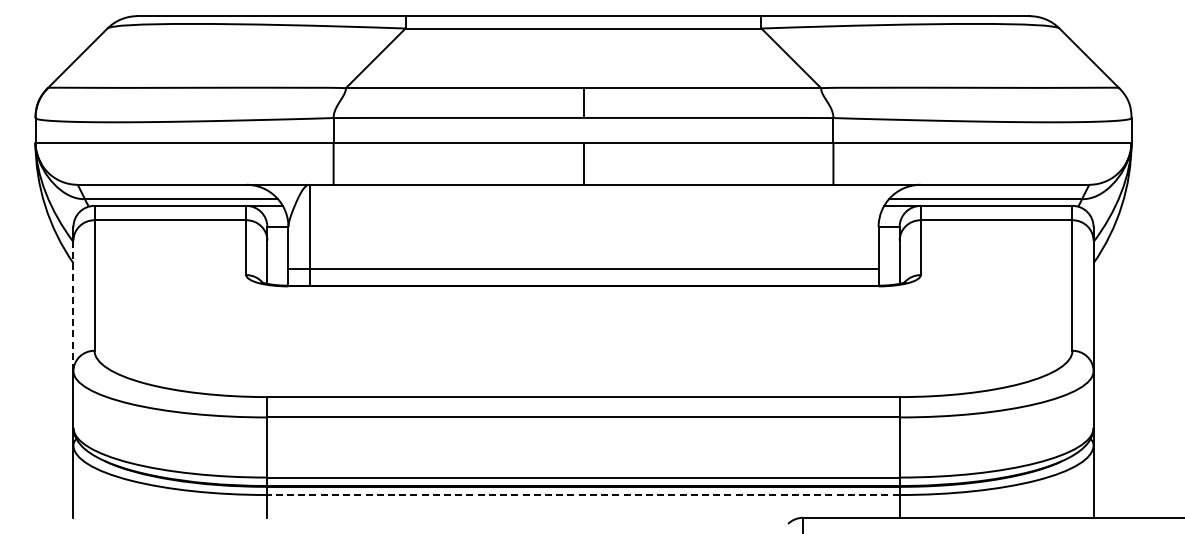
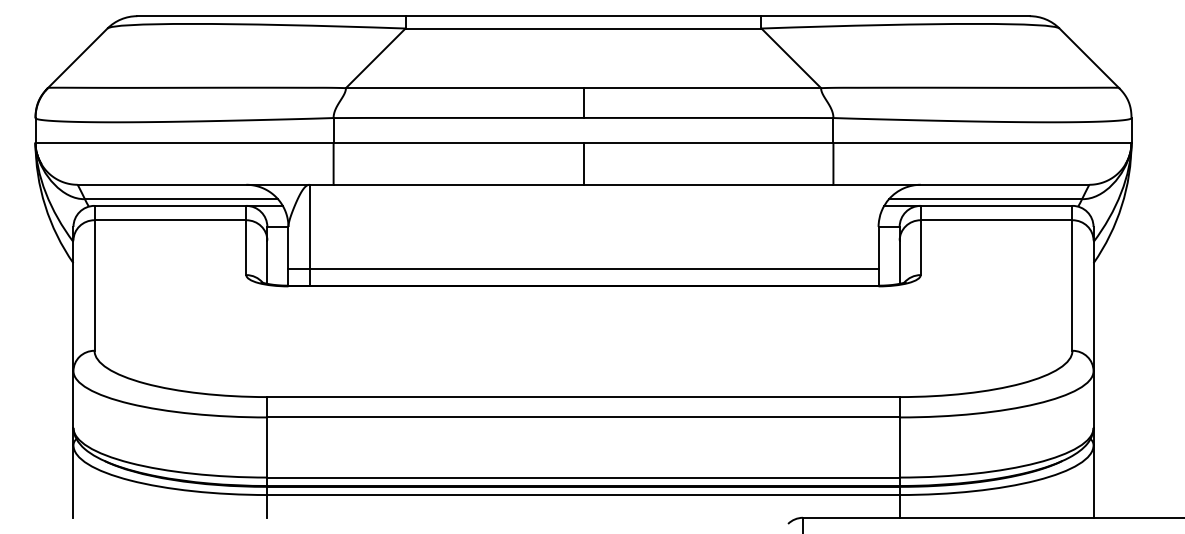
line at (73, 305): dashed -> solid
line at (583, 495): dashed -> solid
